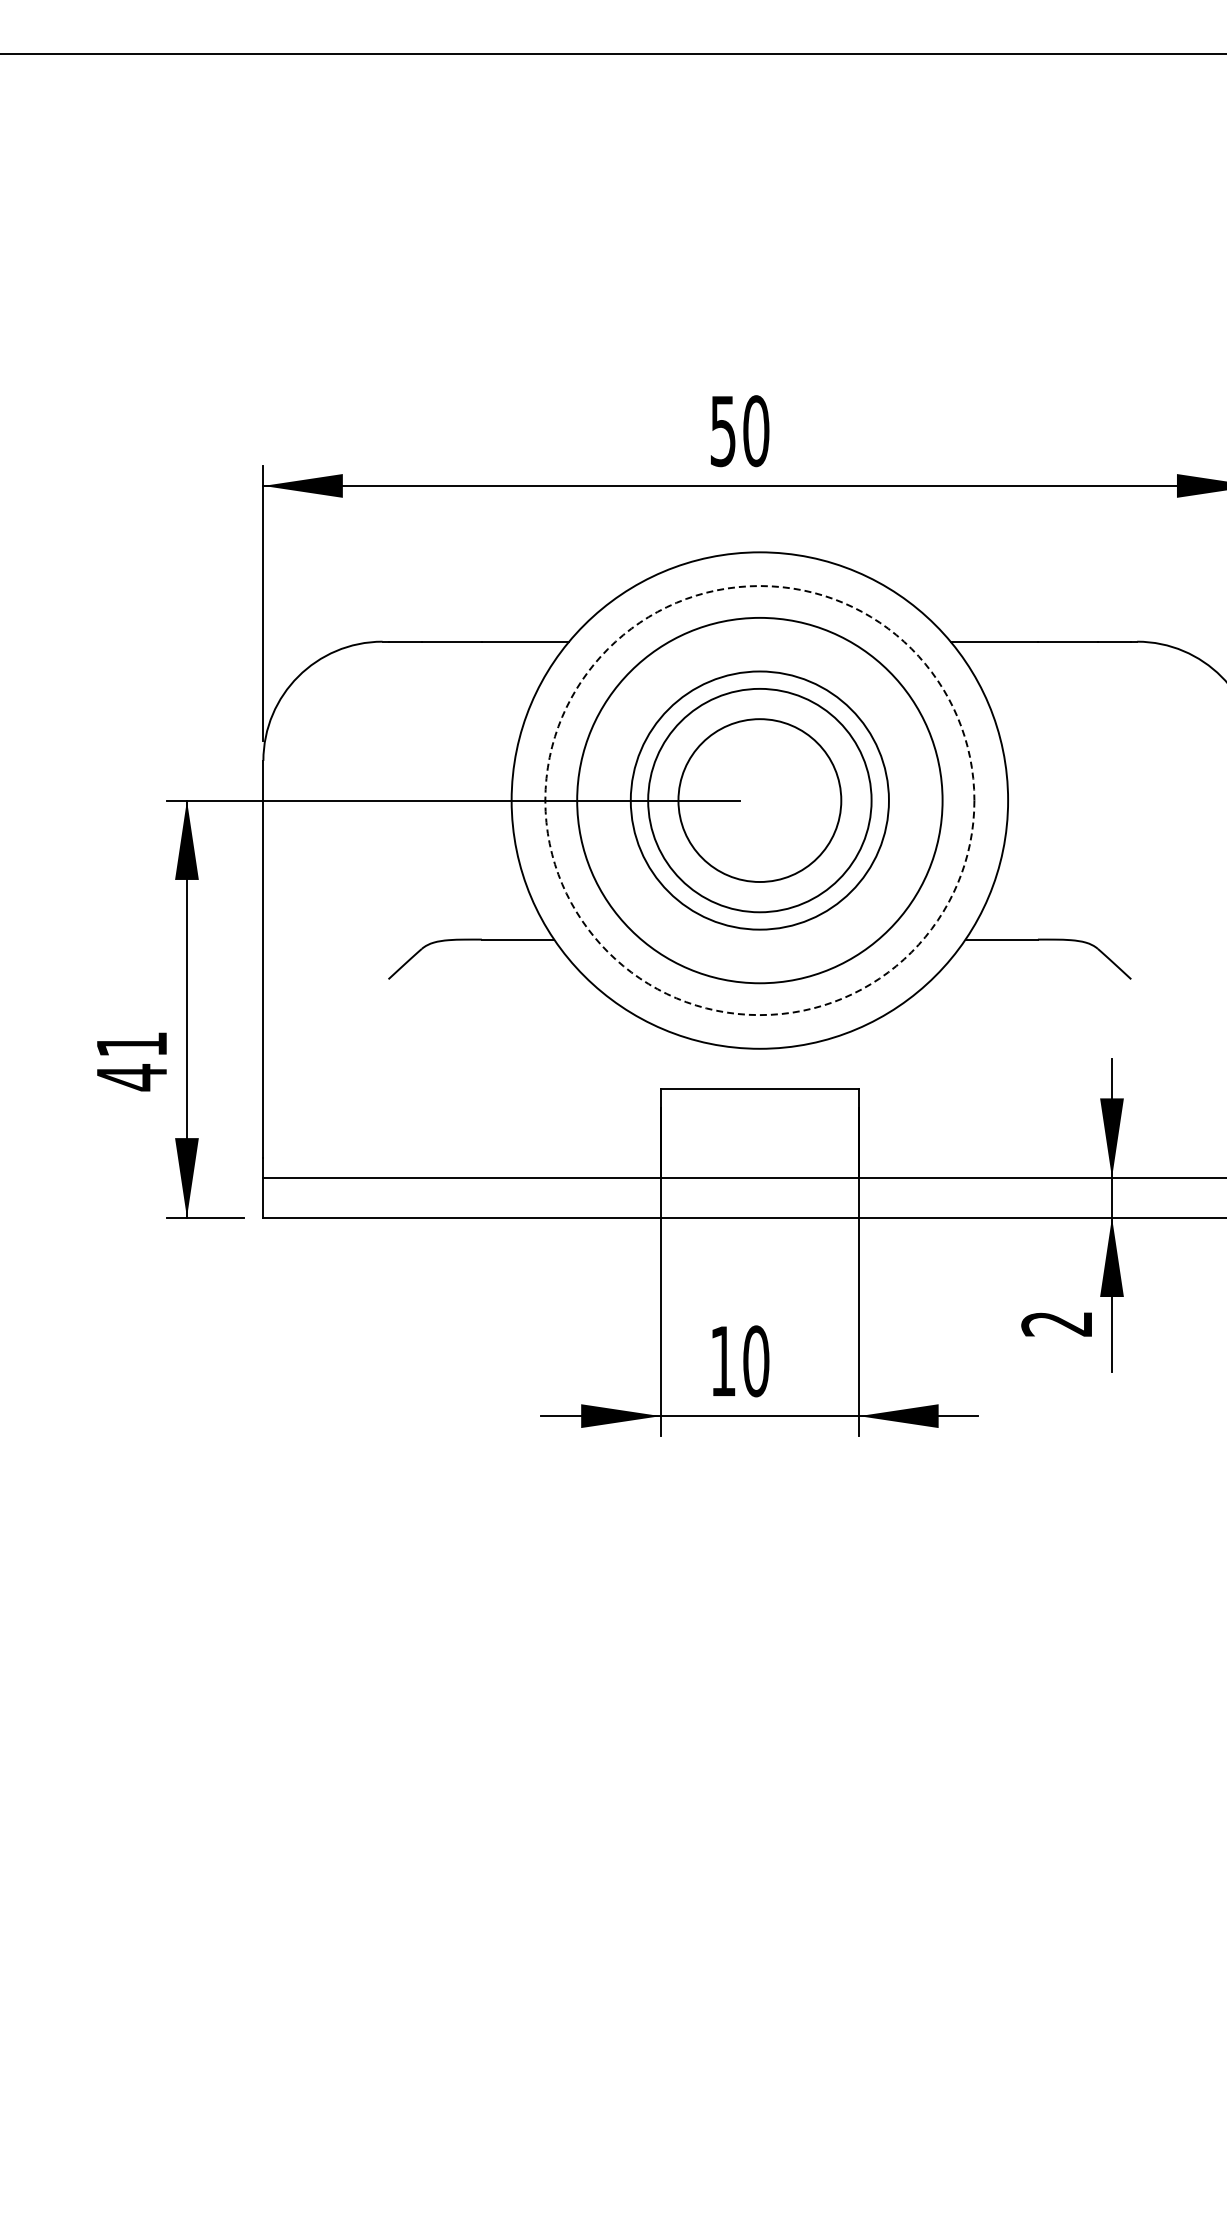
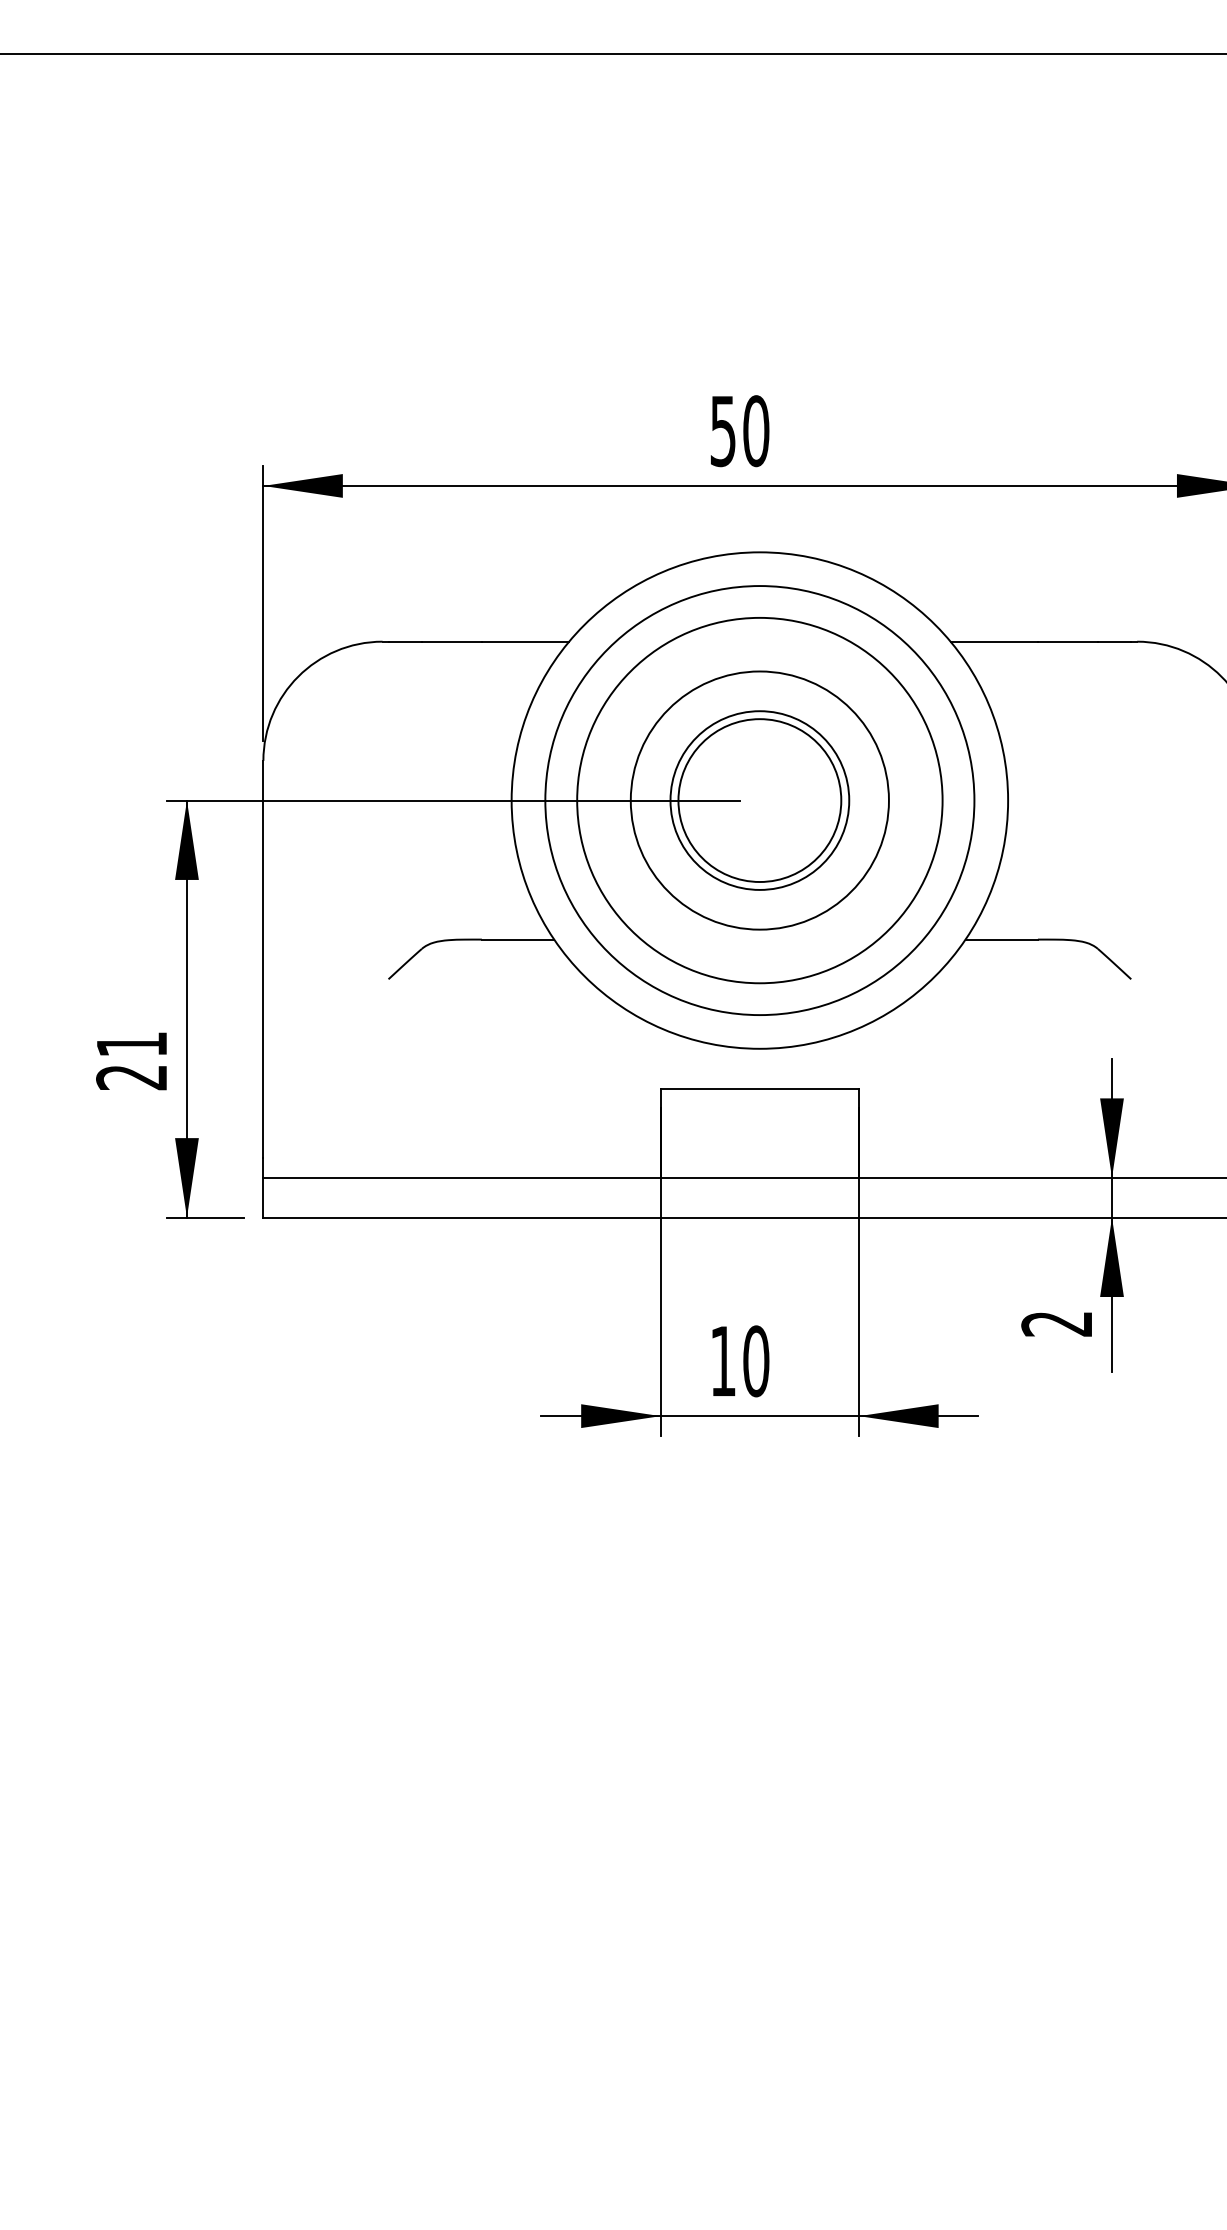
circle at (759, 800) diameter: 223 px -> 179 px
circle at (759, 800): dashed -> solid
text at (131, 1077): 41 -> 21
